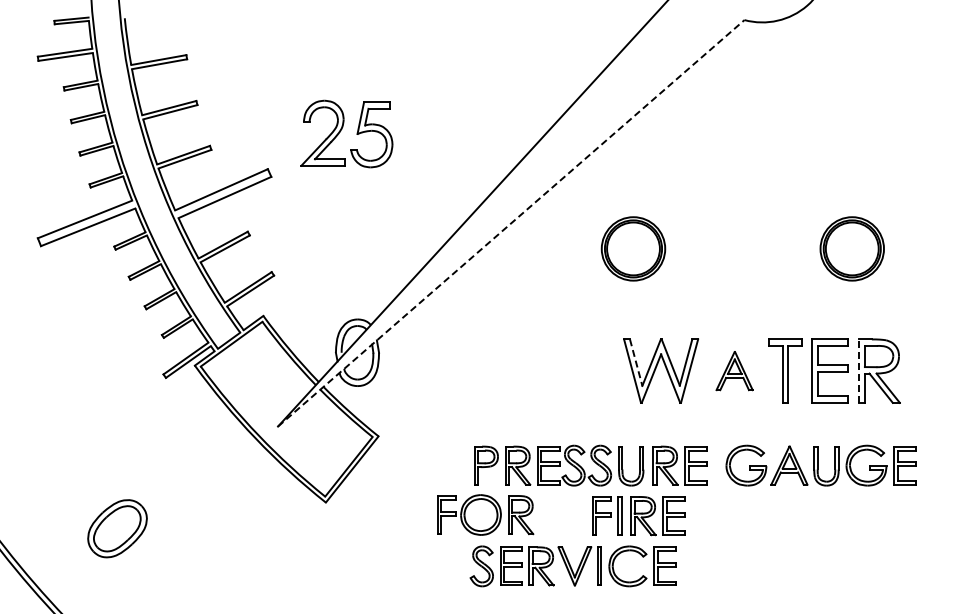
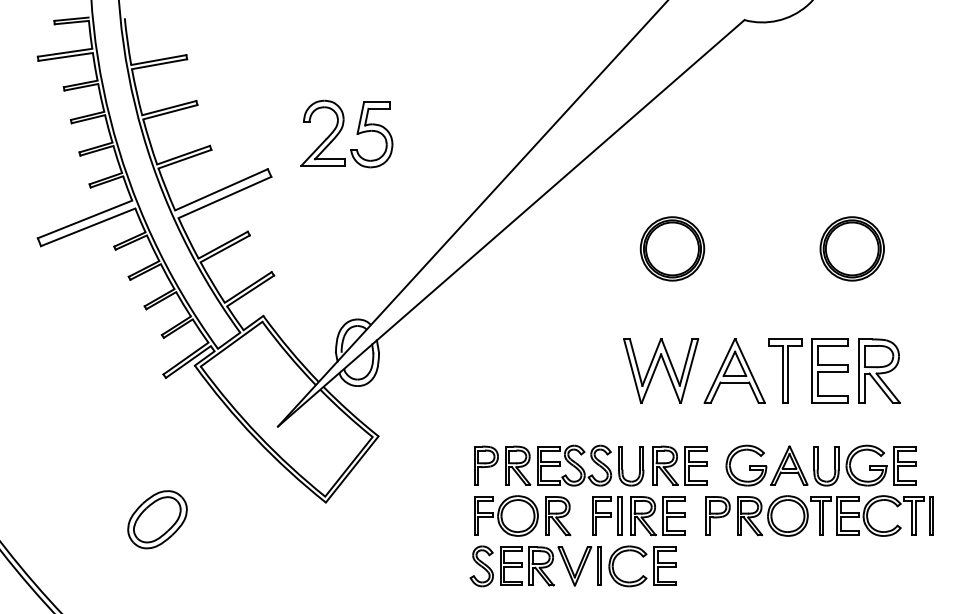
line at (511, 223): dashed -> solid
part at (633, 248) position: (633, 248) -> (672, 248)
line at (636, 363): dashed -> solid
part at (734, 371) size: 39x41 px -> 63x66 px
line at (859, 371): dashed -> solid
part at (485, 514) position: (485, 514) -> (522, 515)
part at (819, 515): none -> present
part at (117, 528) position: (117, 528) -> (157, 519)
